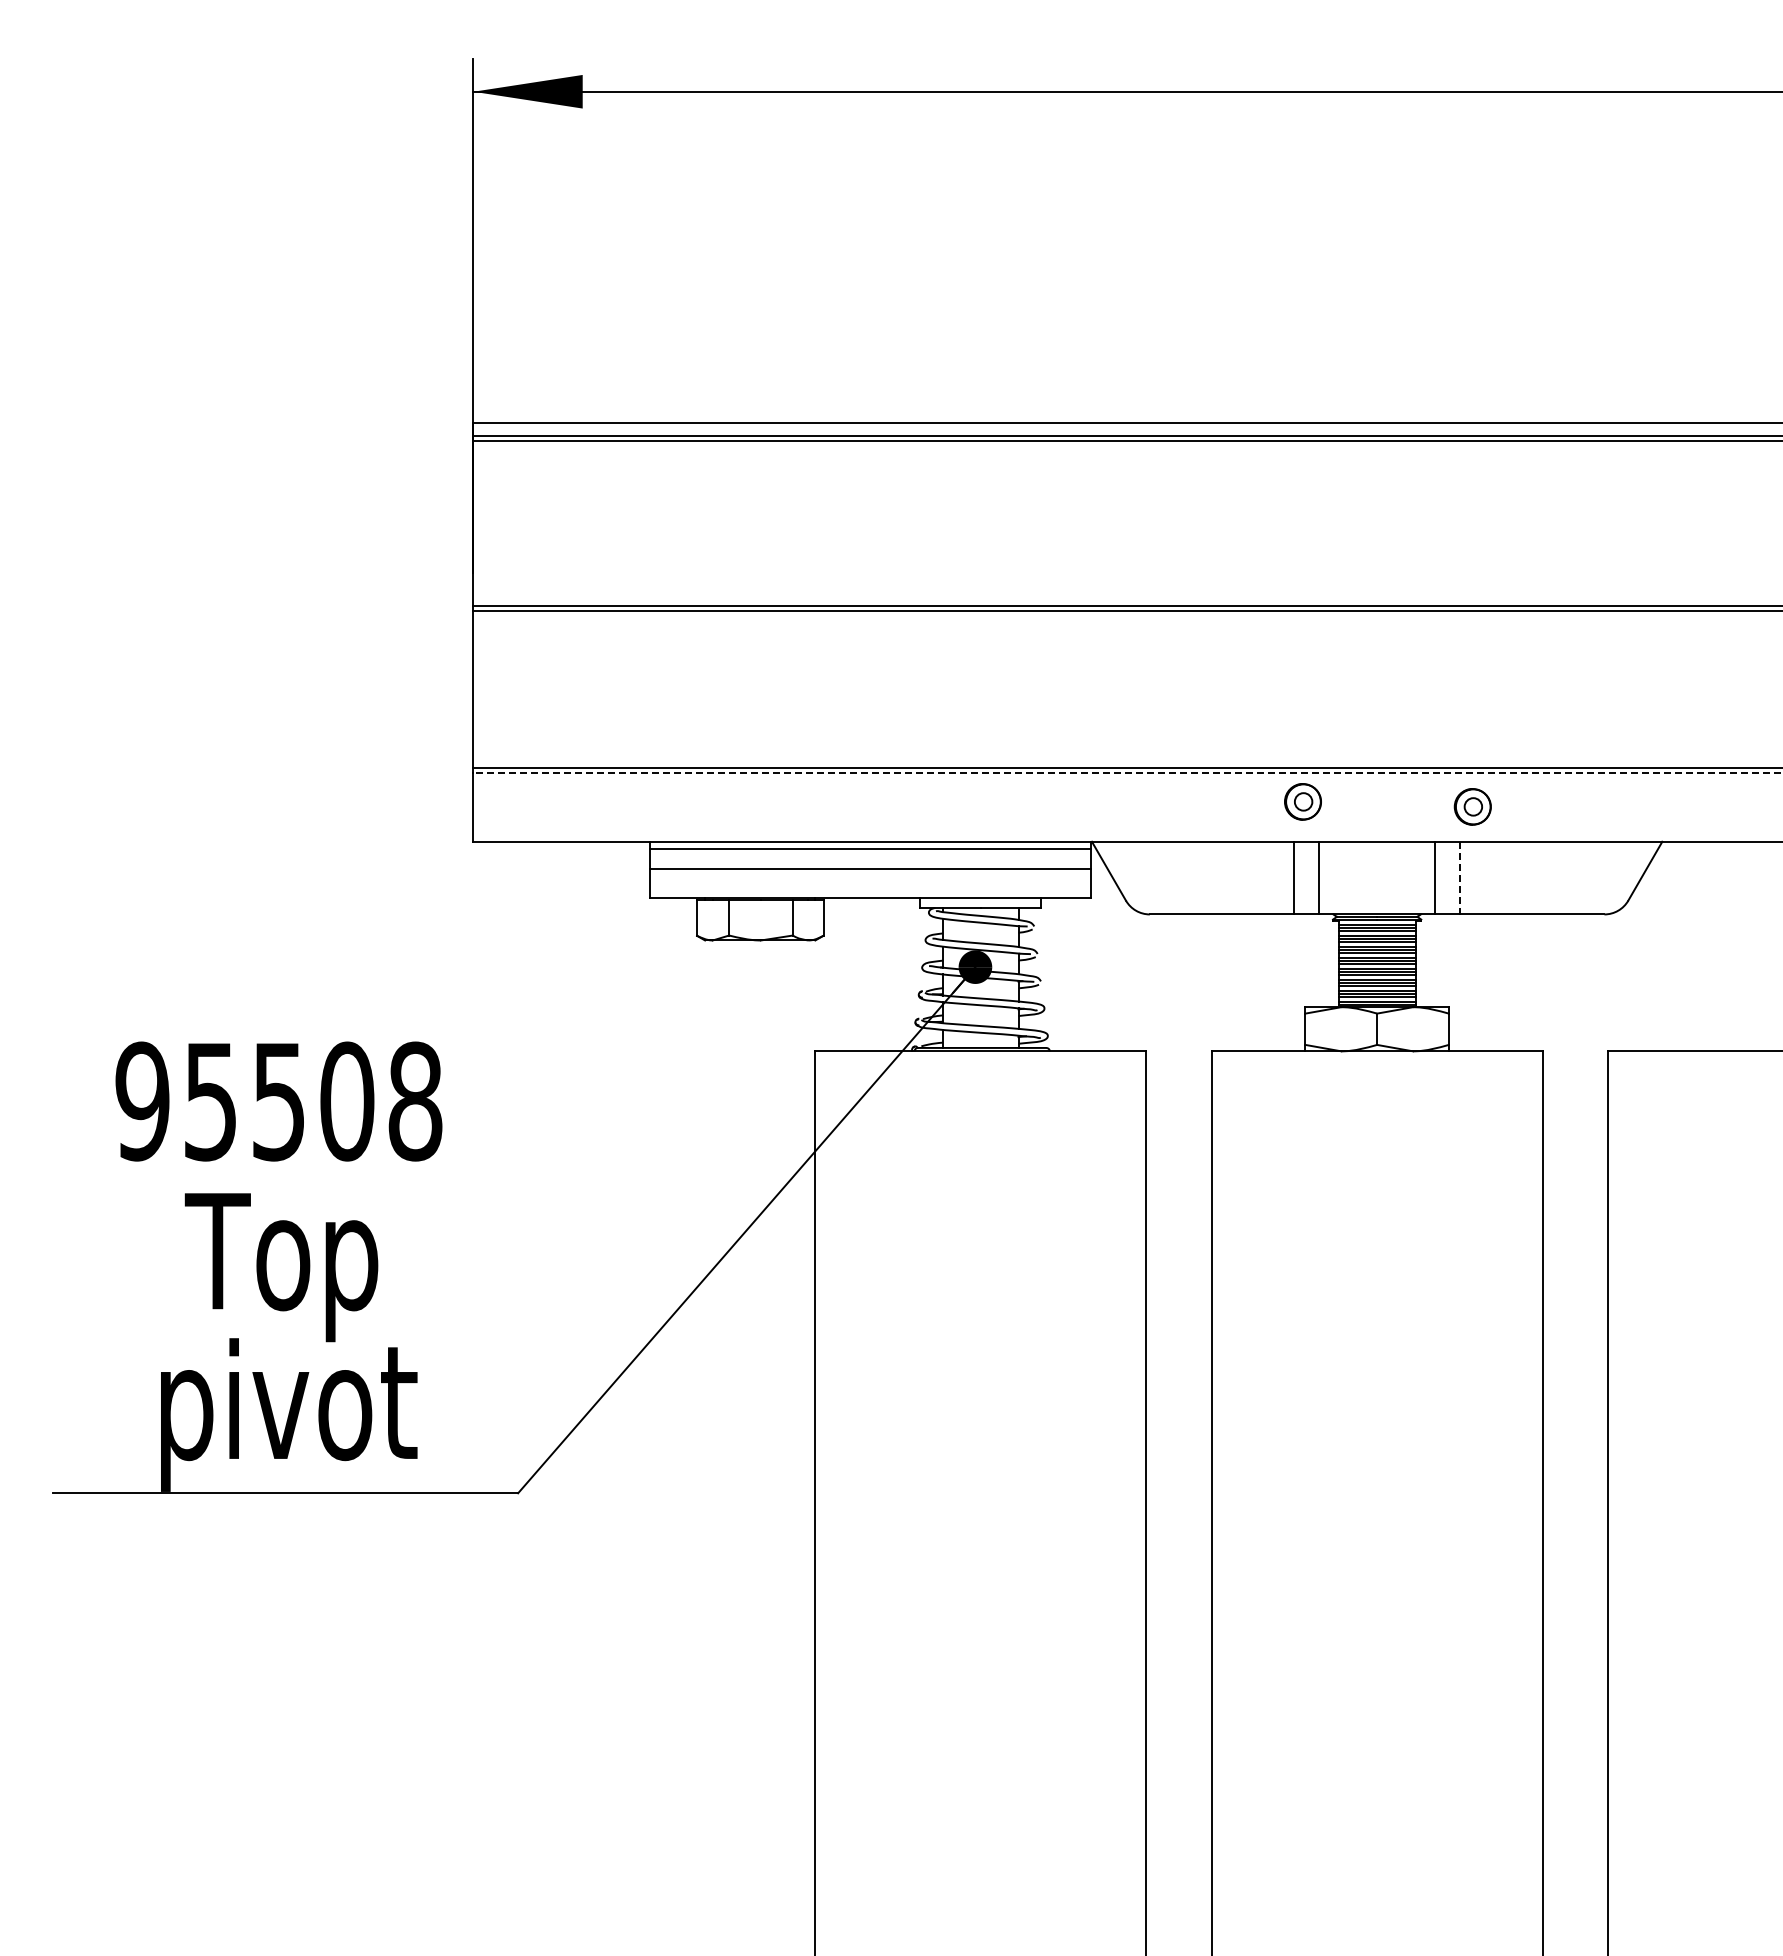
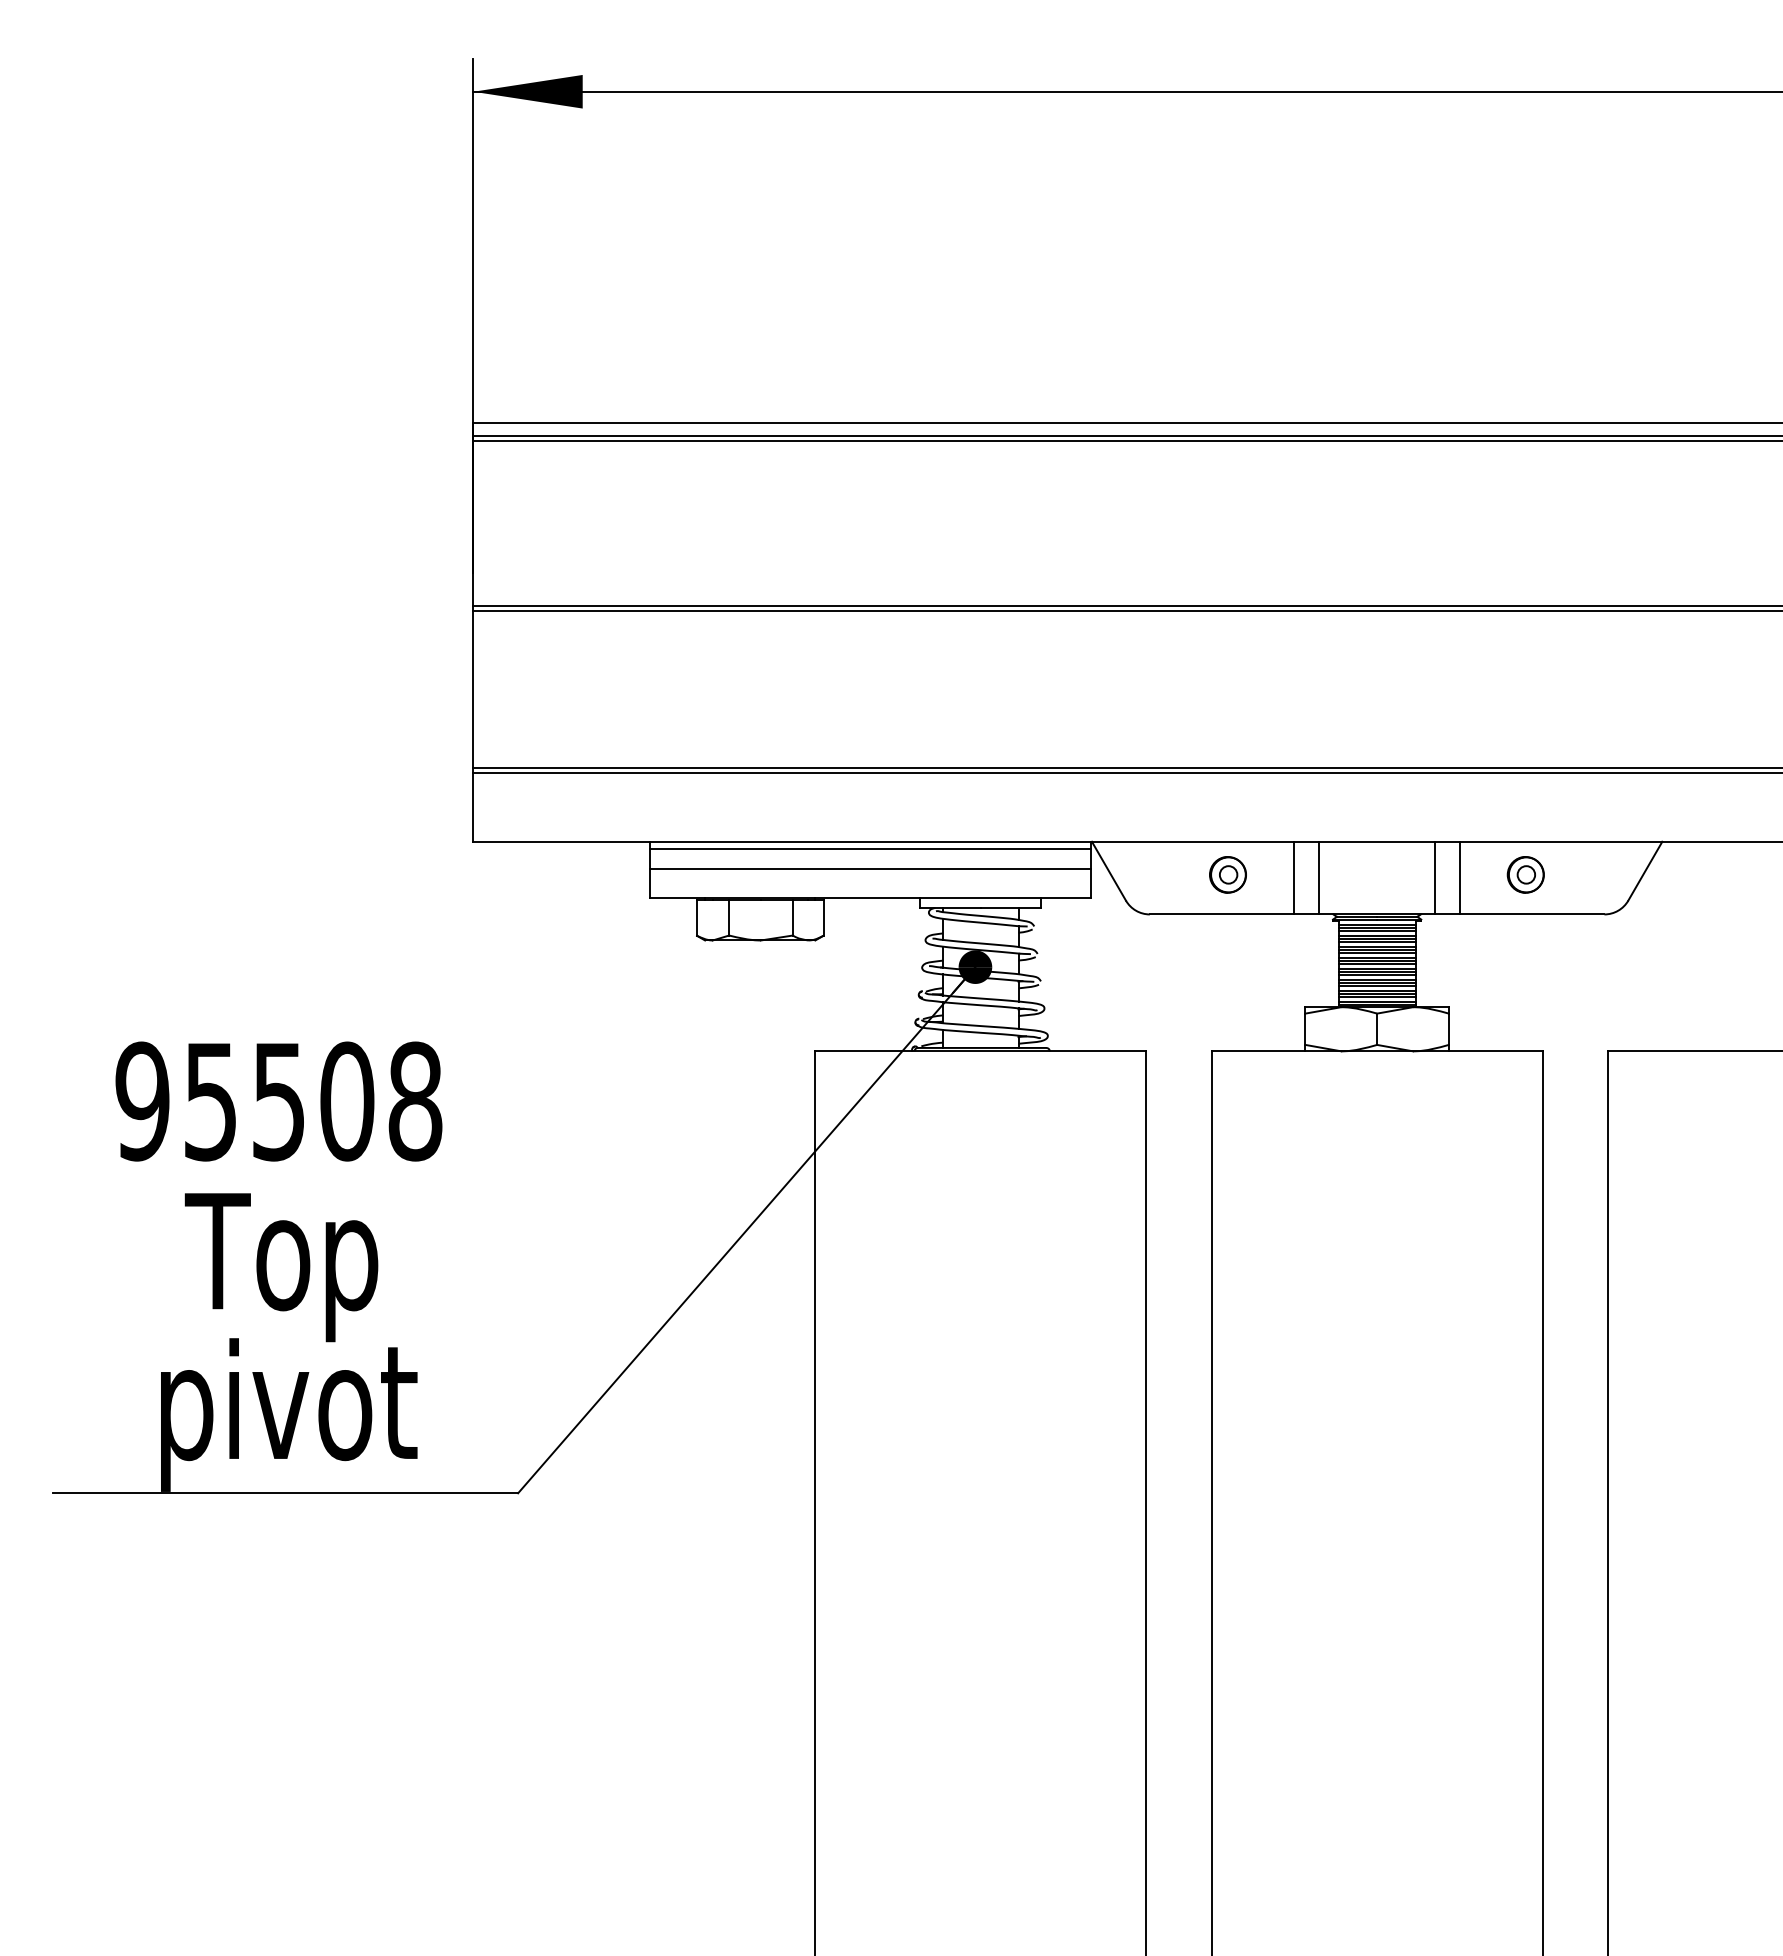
line at (1127, 773): dashed -> solid
part at (1302, 801) position: (1302, 801) -> (1227, 874)
part at (1472, 806) position: (1472, 806) -> (1525, 874)
line at (1460, 878): dashed -> solid
